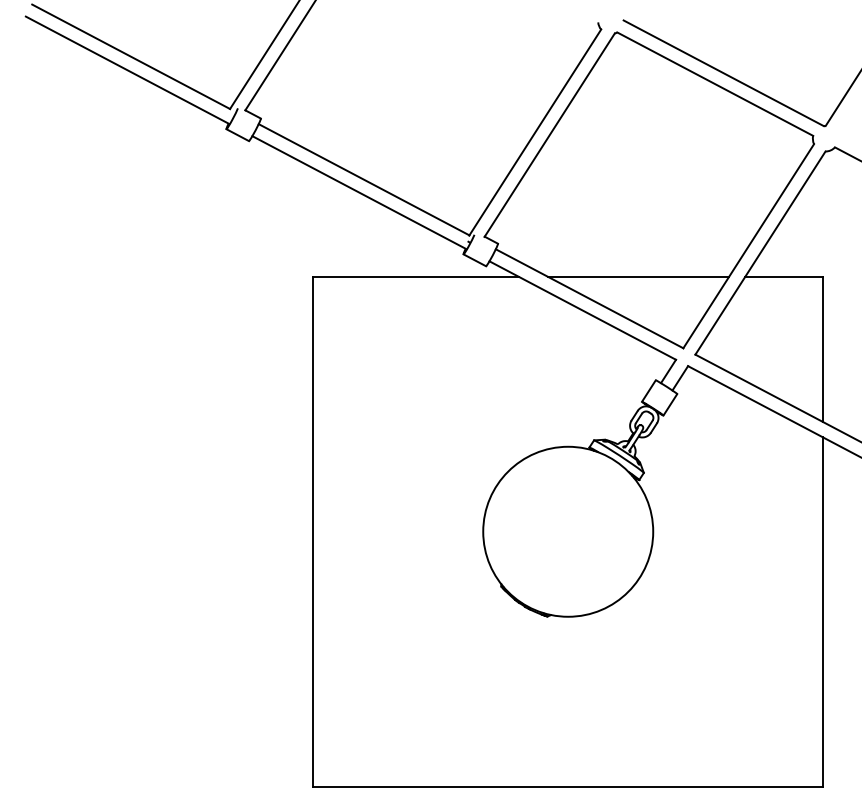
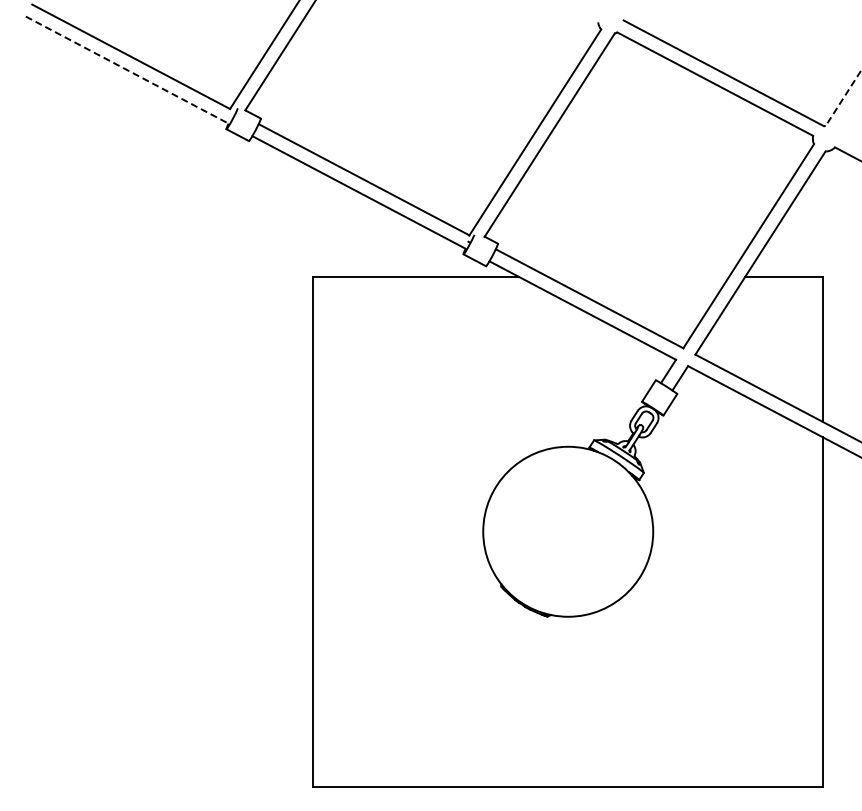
line at (127, 70): solid -> dashed
line at (843, 98): solid -> dashed
line at (638, 276): present -> none
